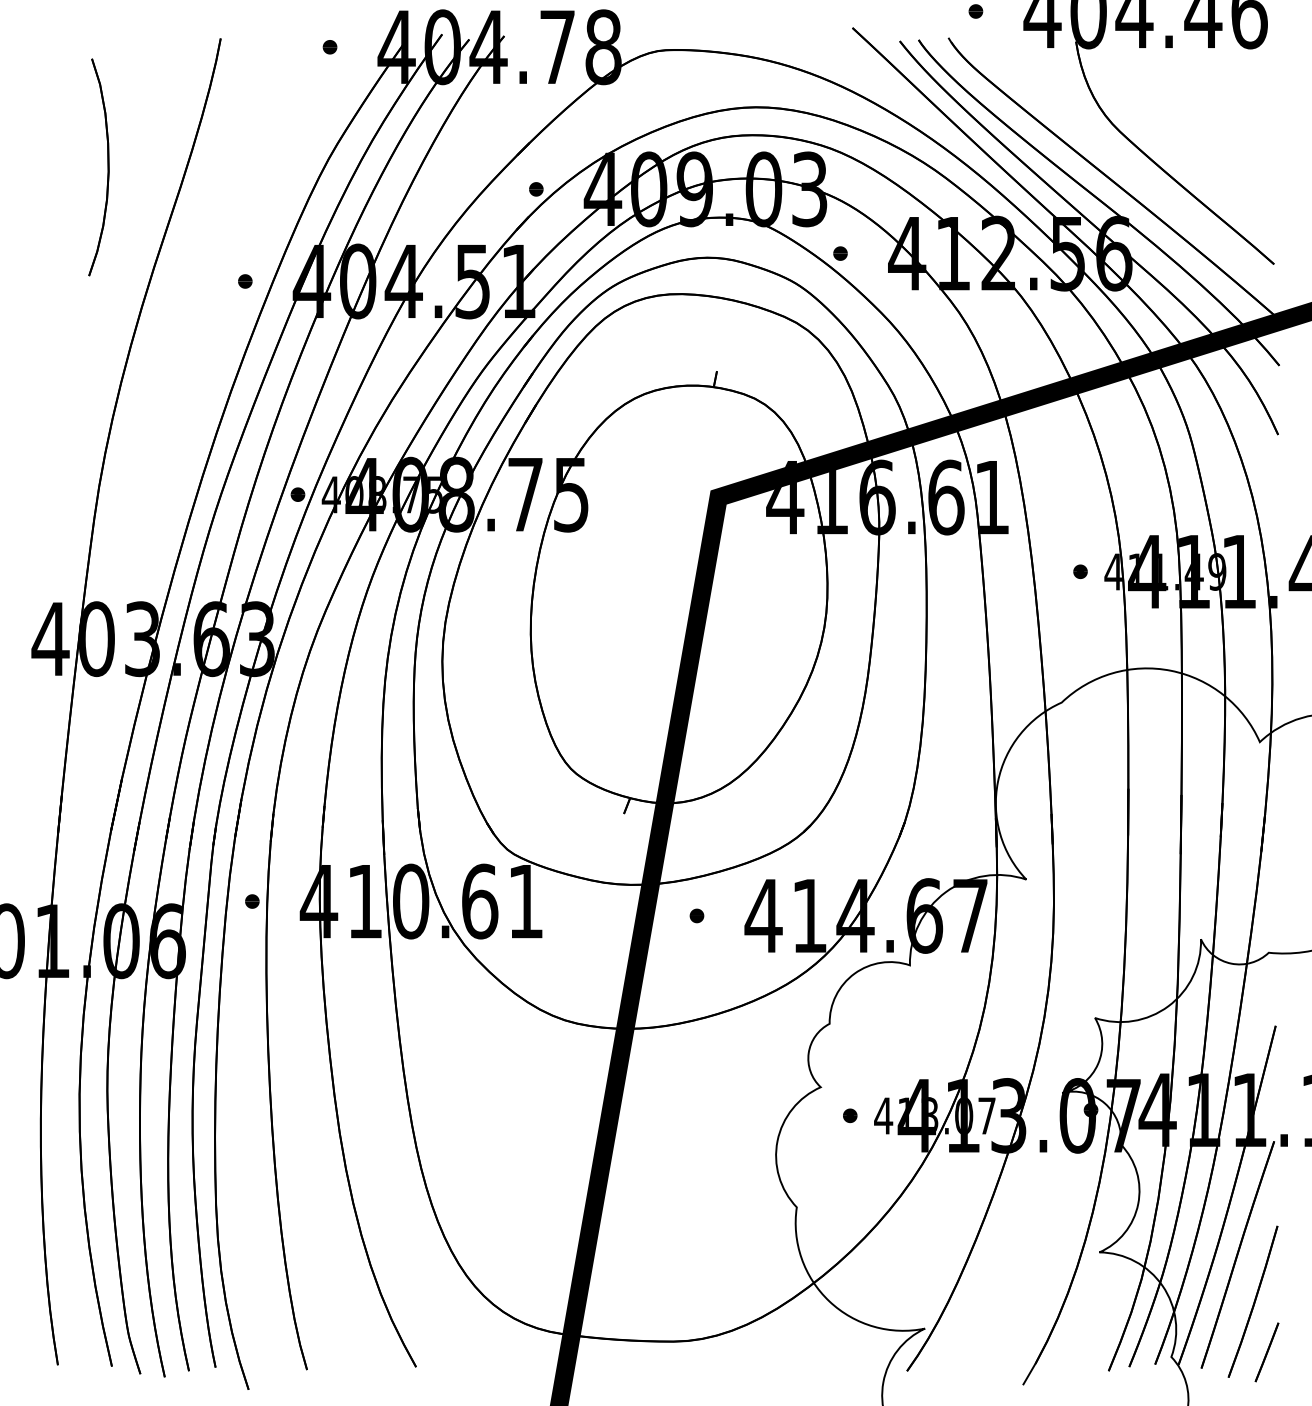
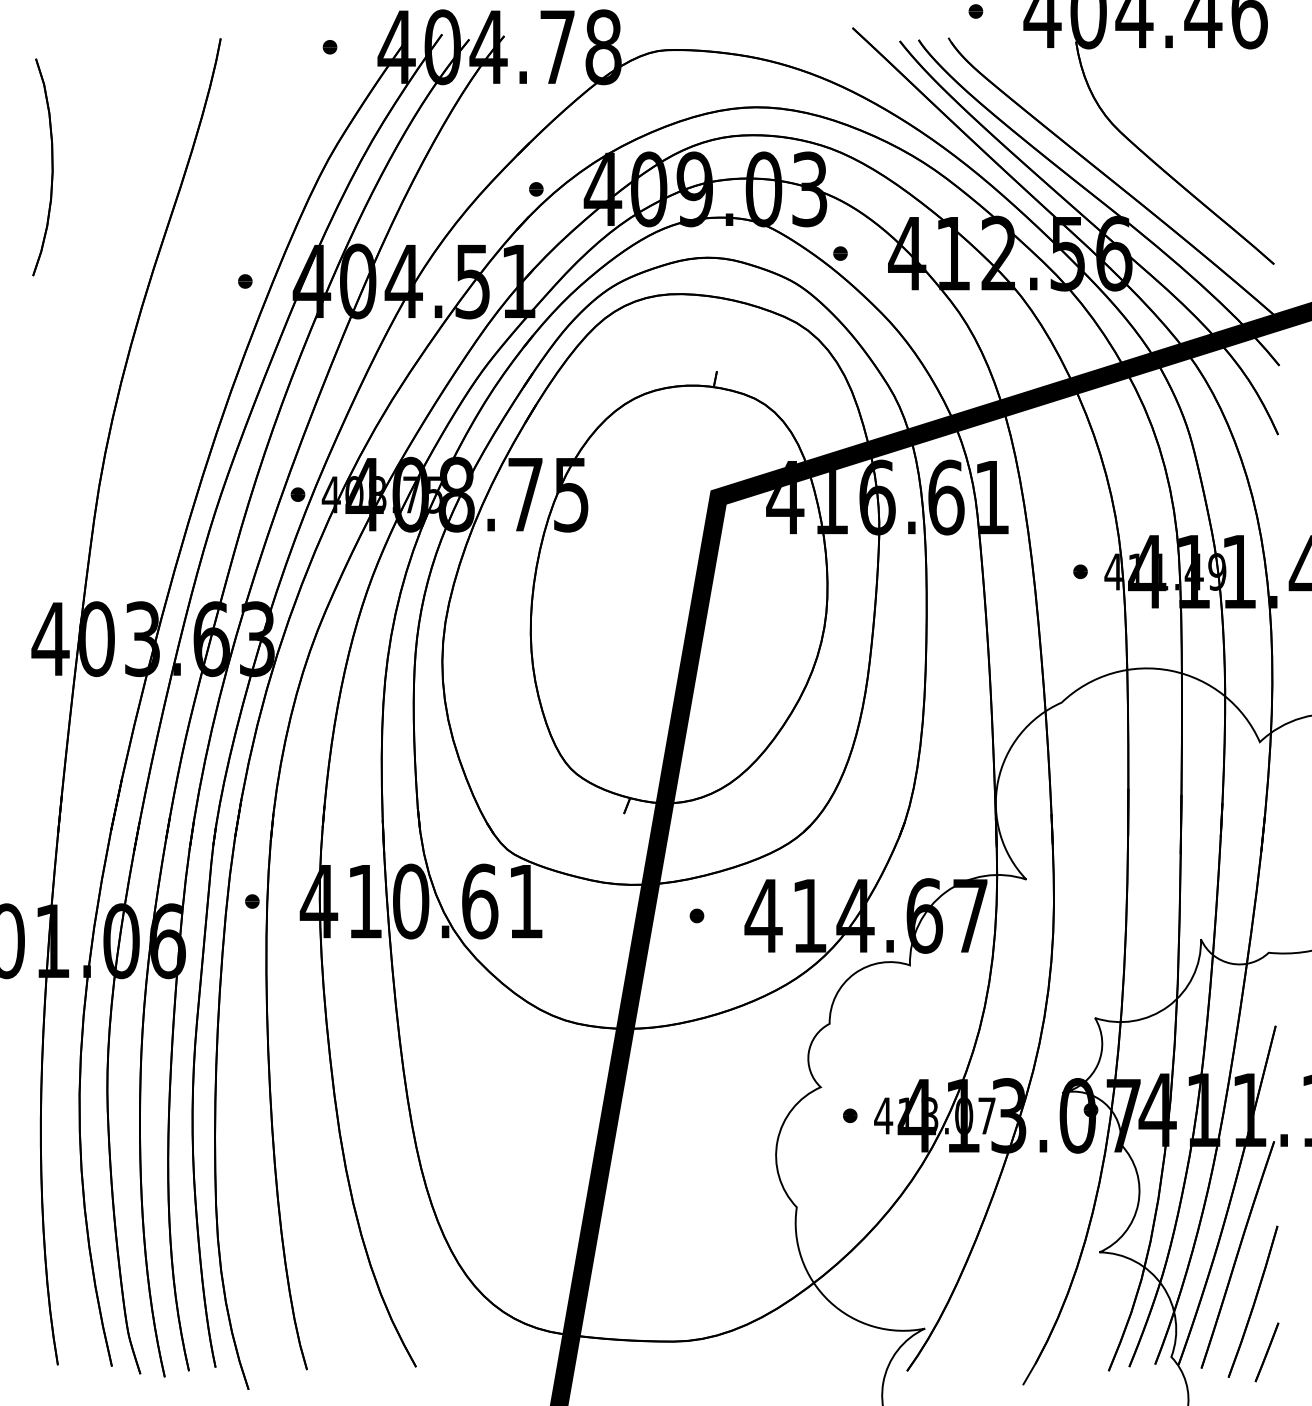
part at (107, 167) position: (107, 167) -> (51, 167)
